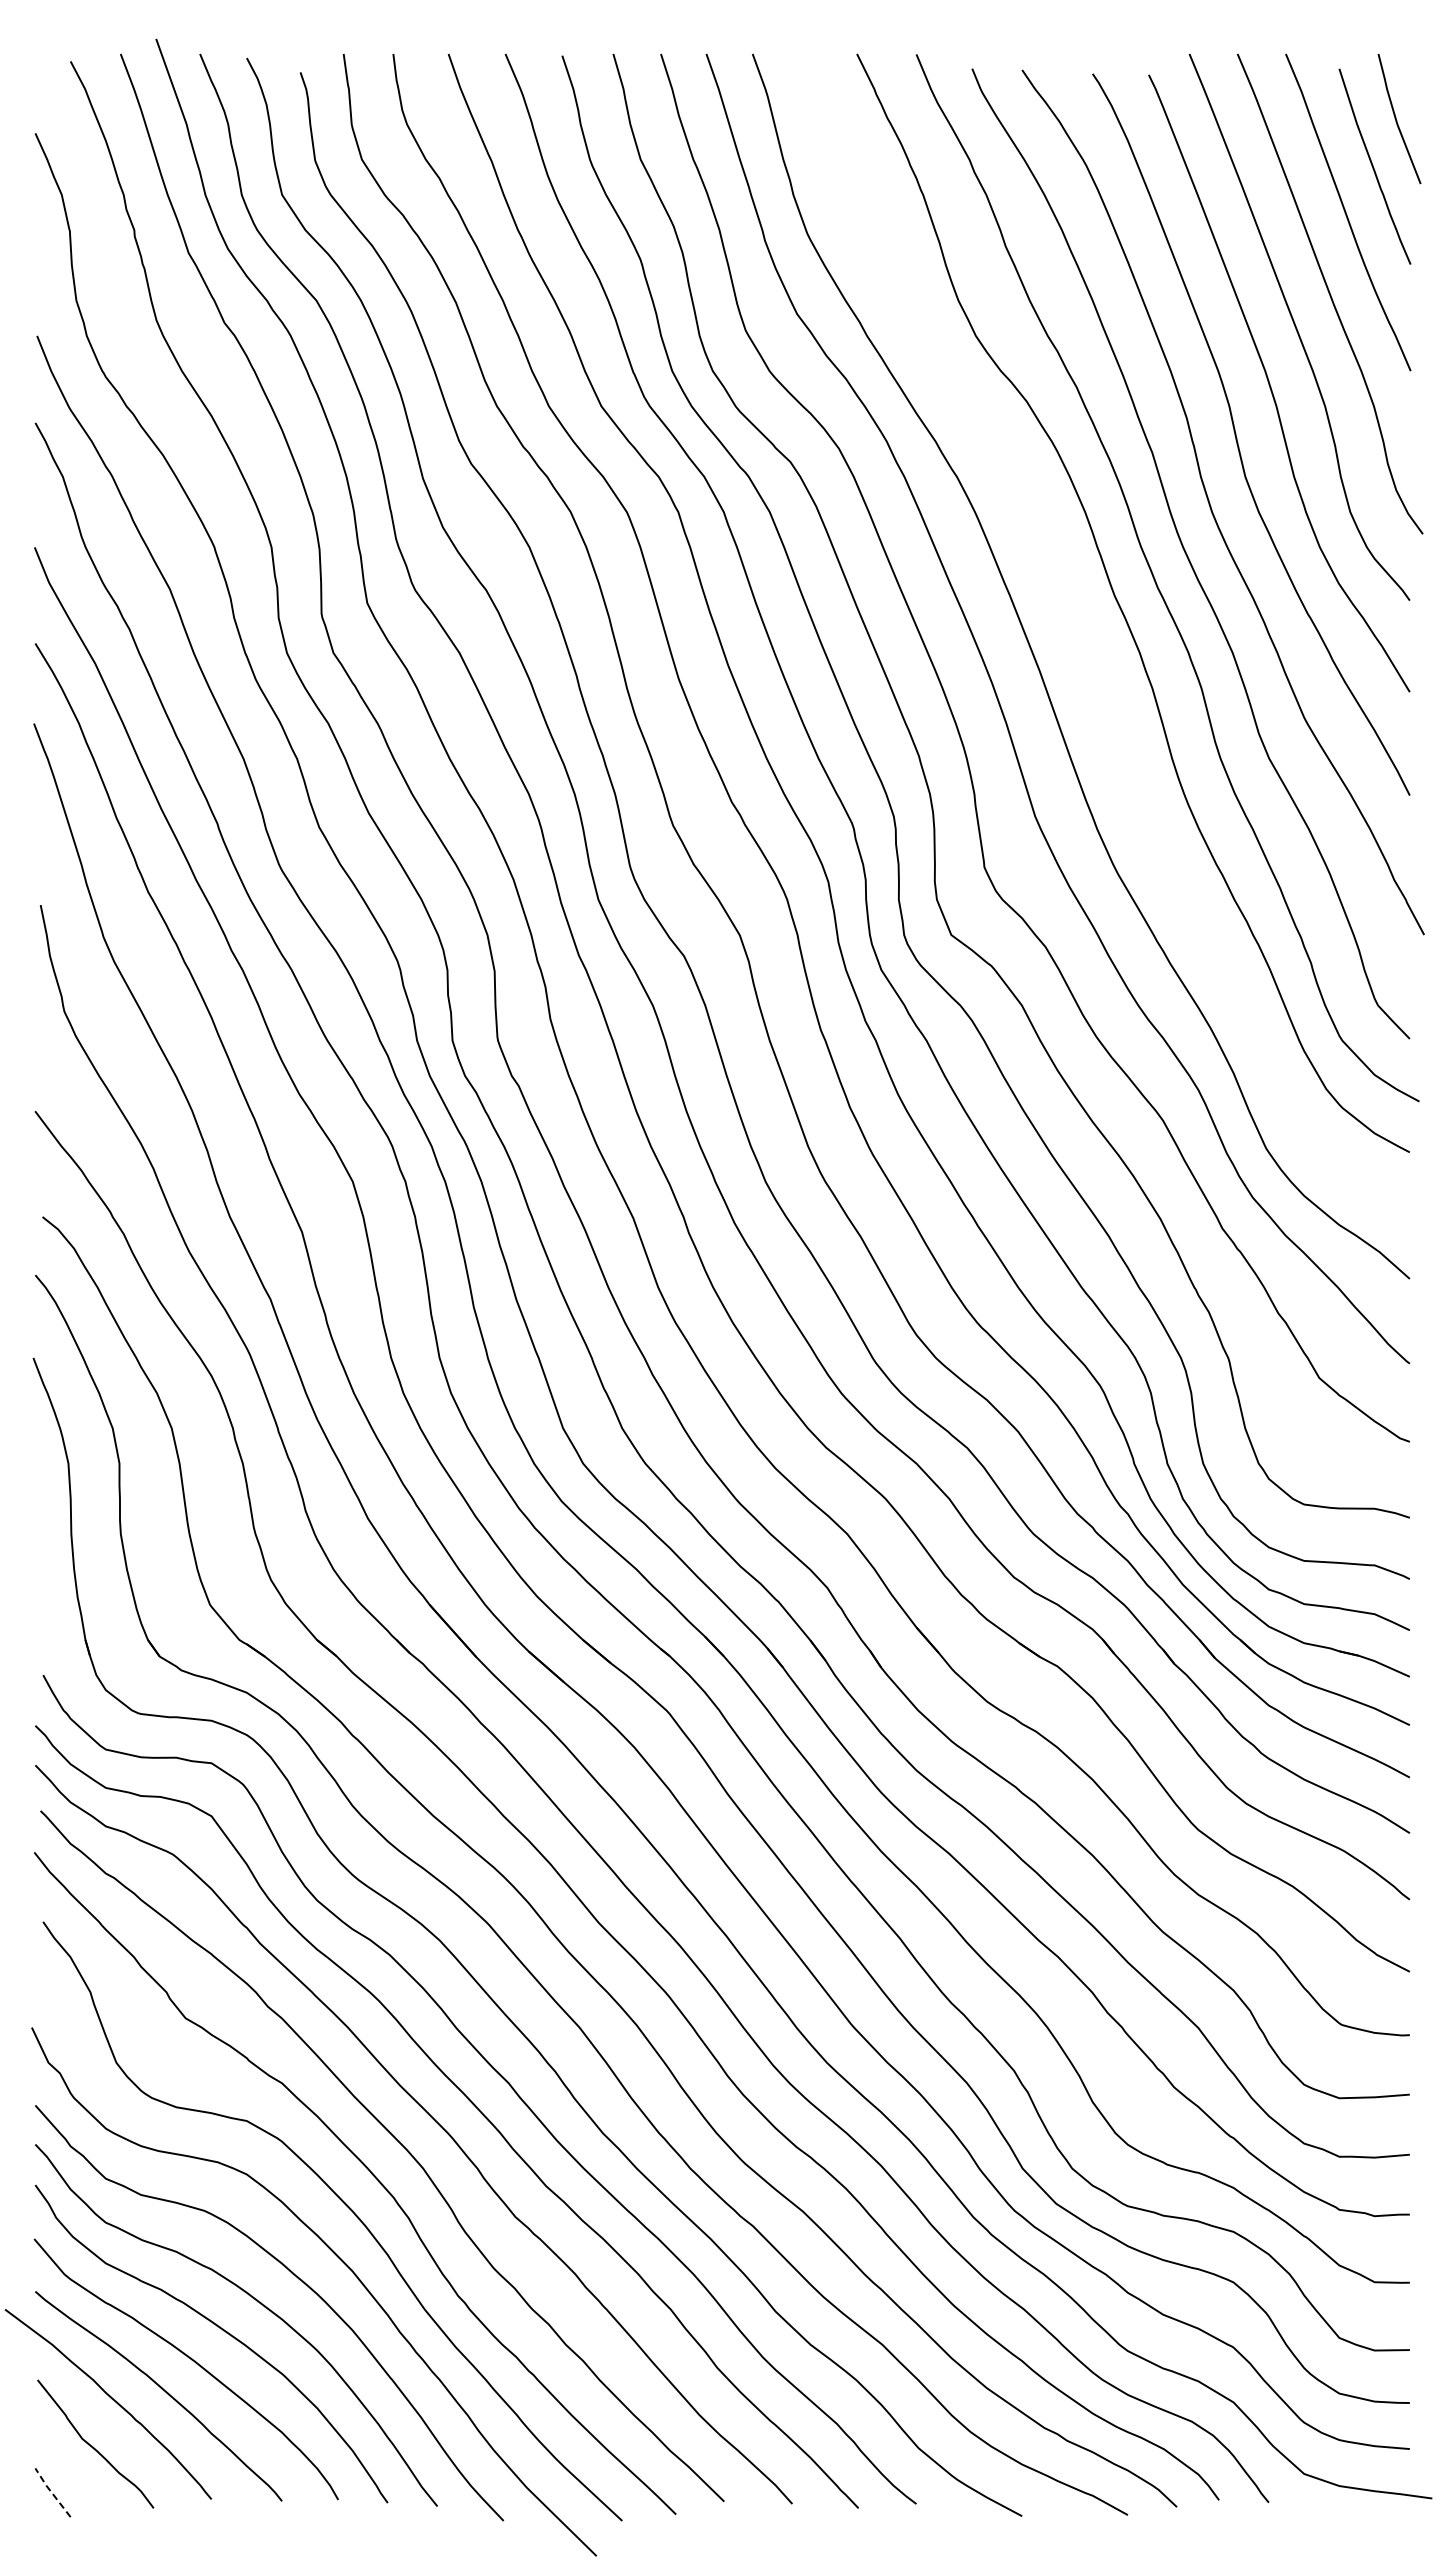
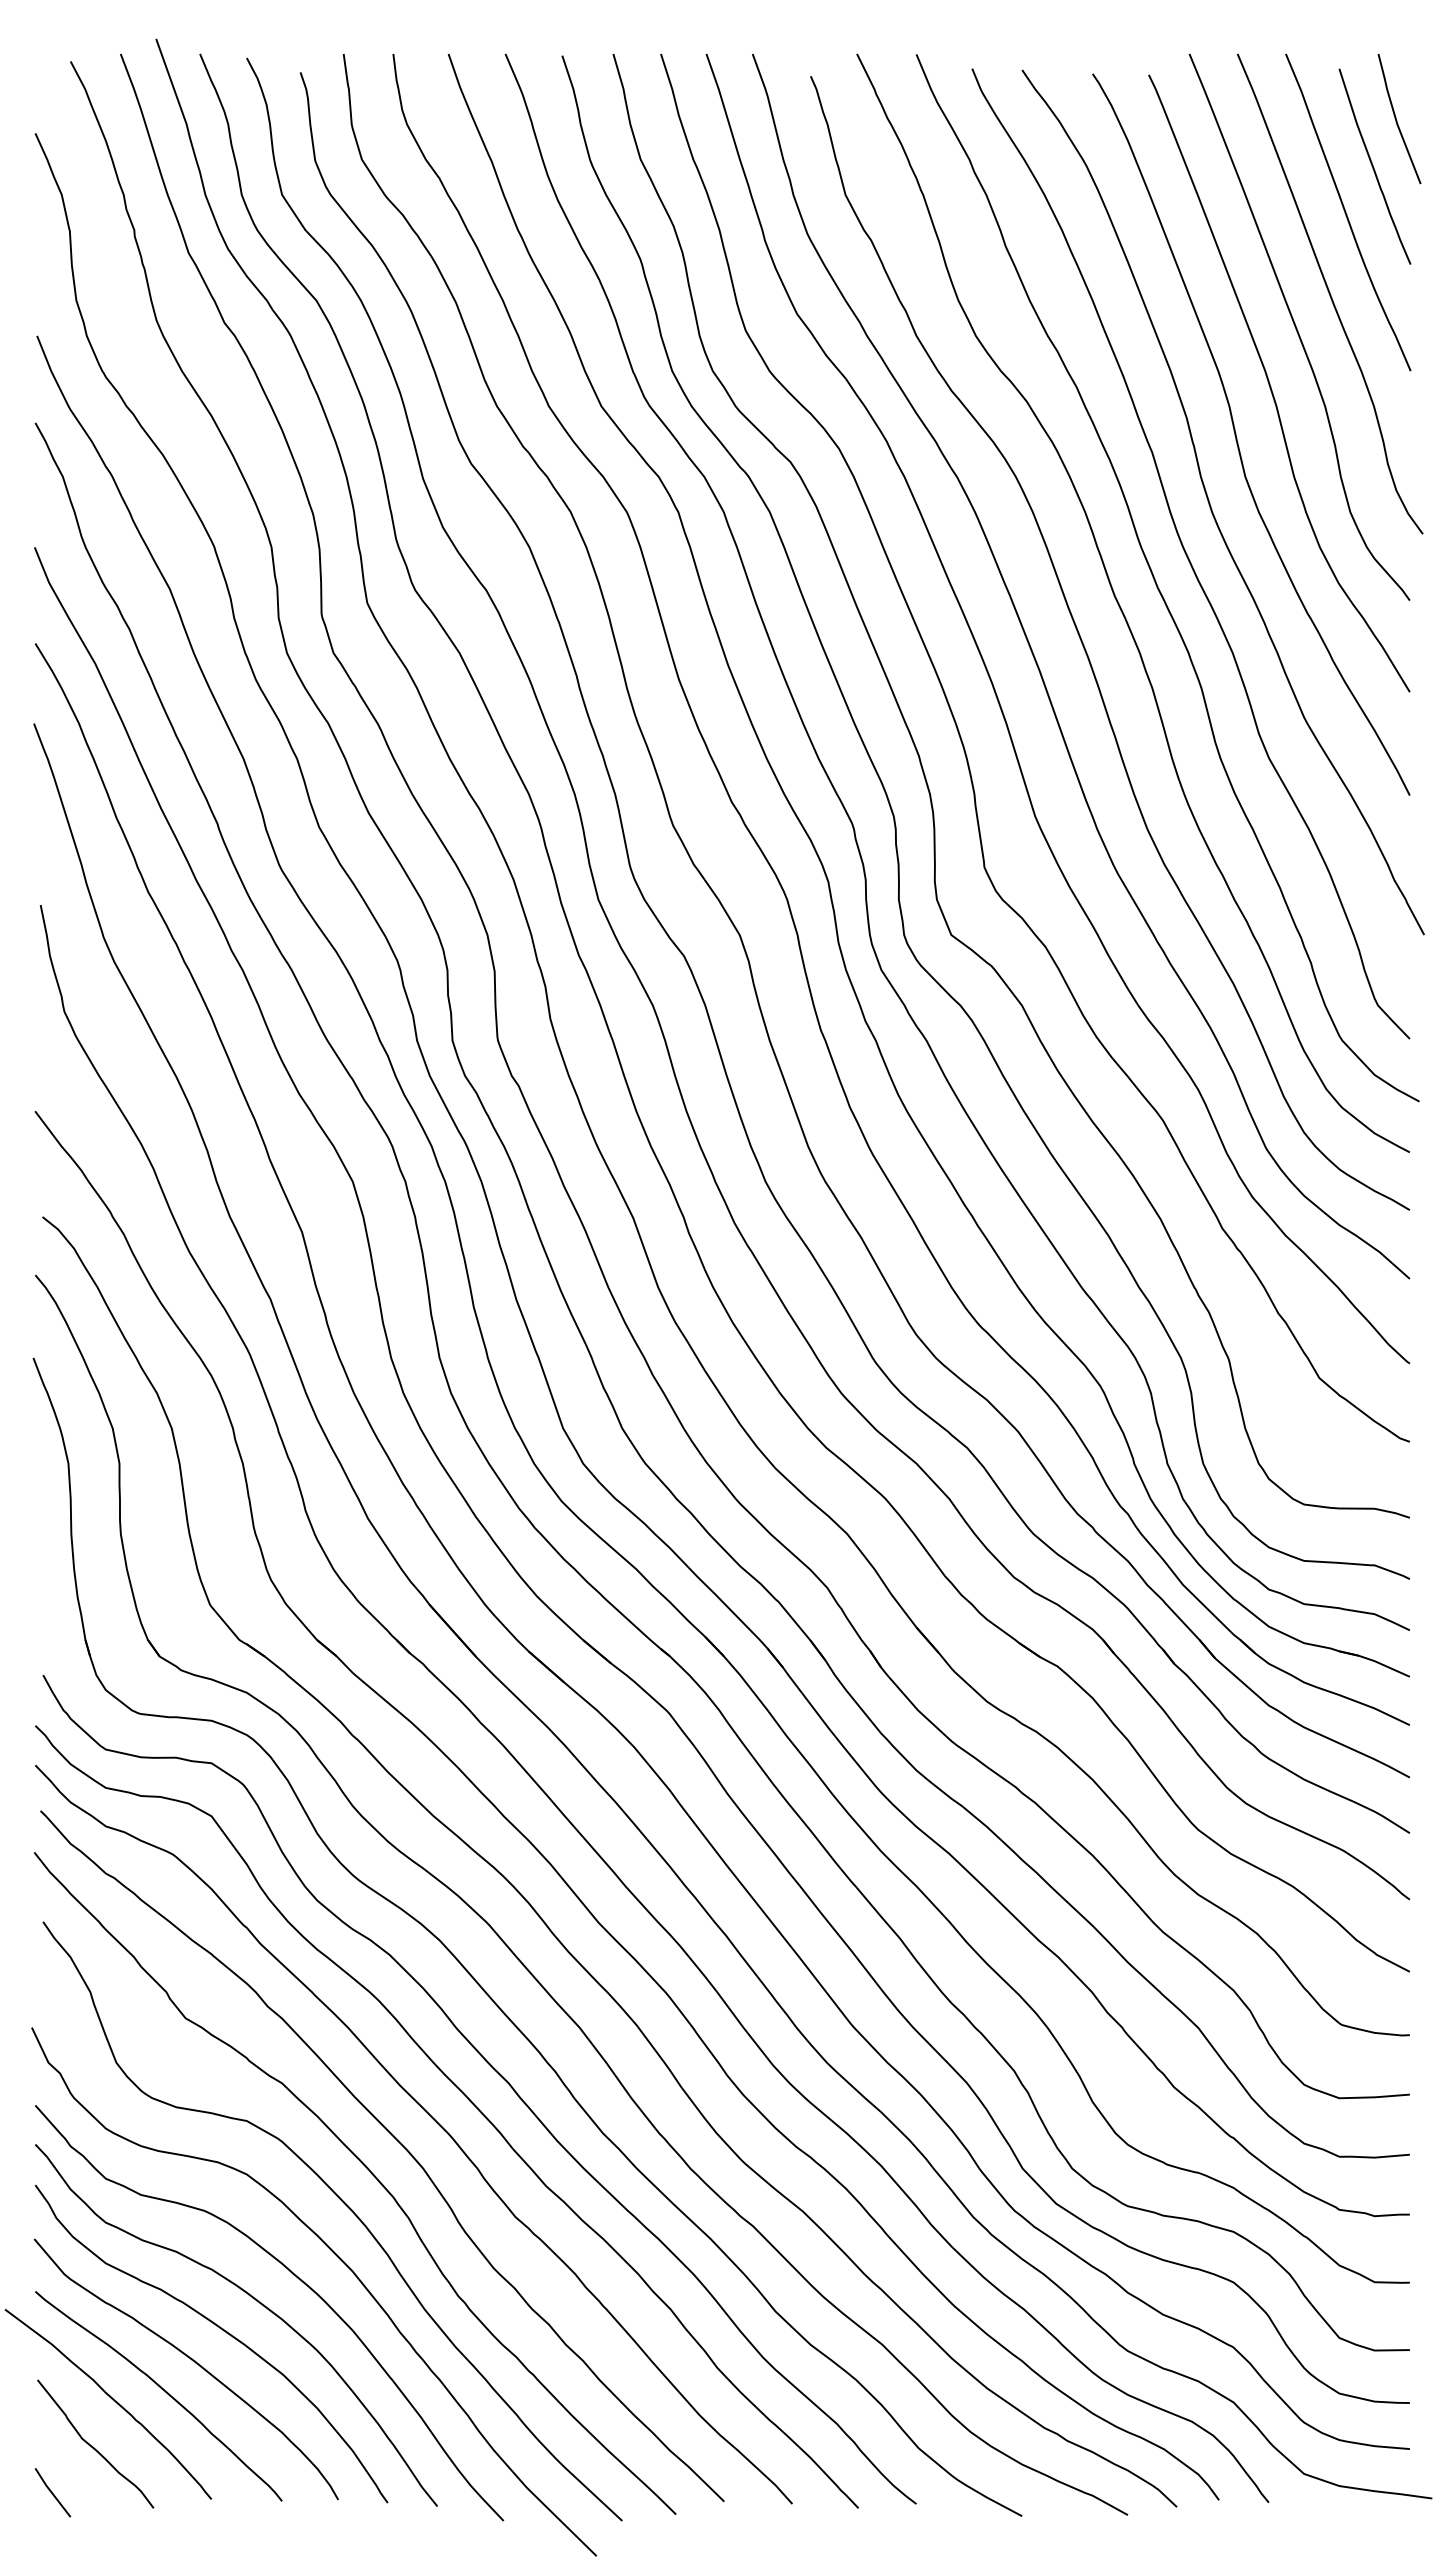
curve at (1087, 652): none -> present
line at (51, 2492): dashed -> solid
